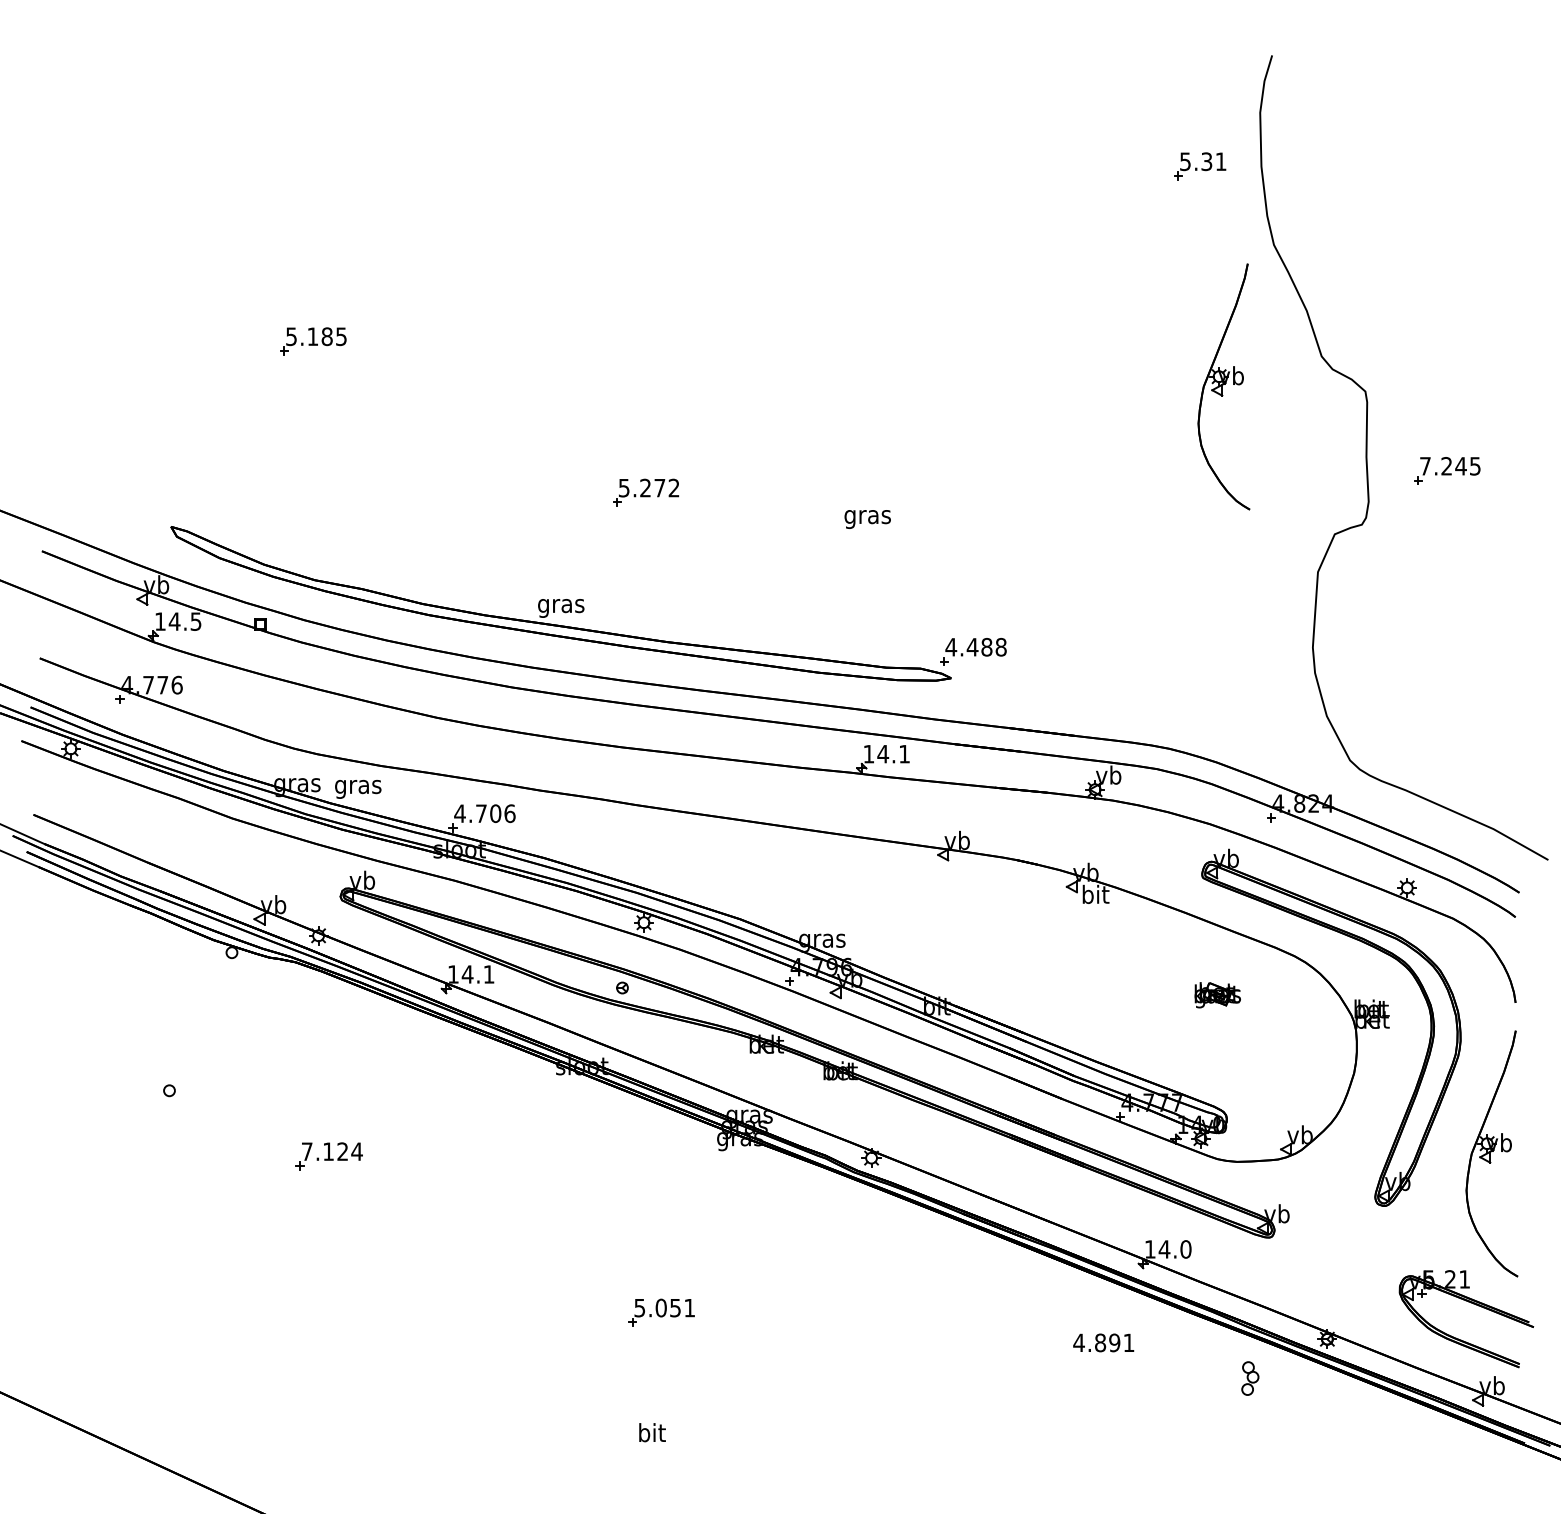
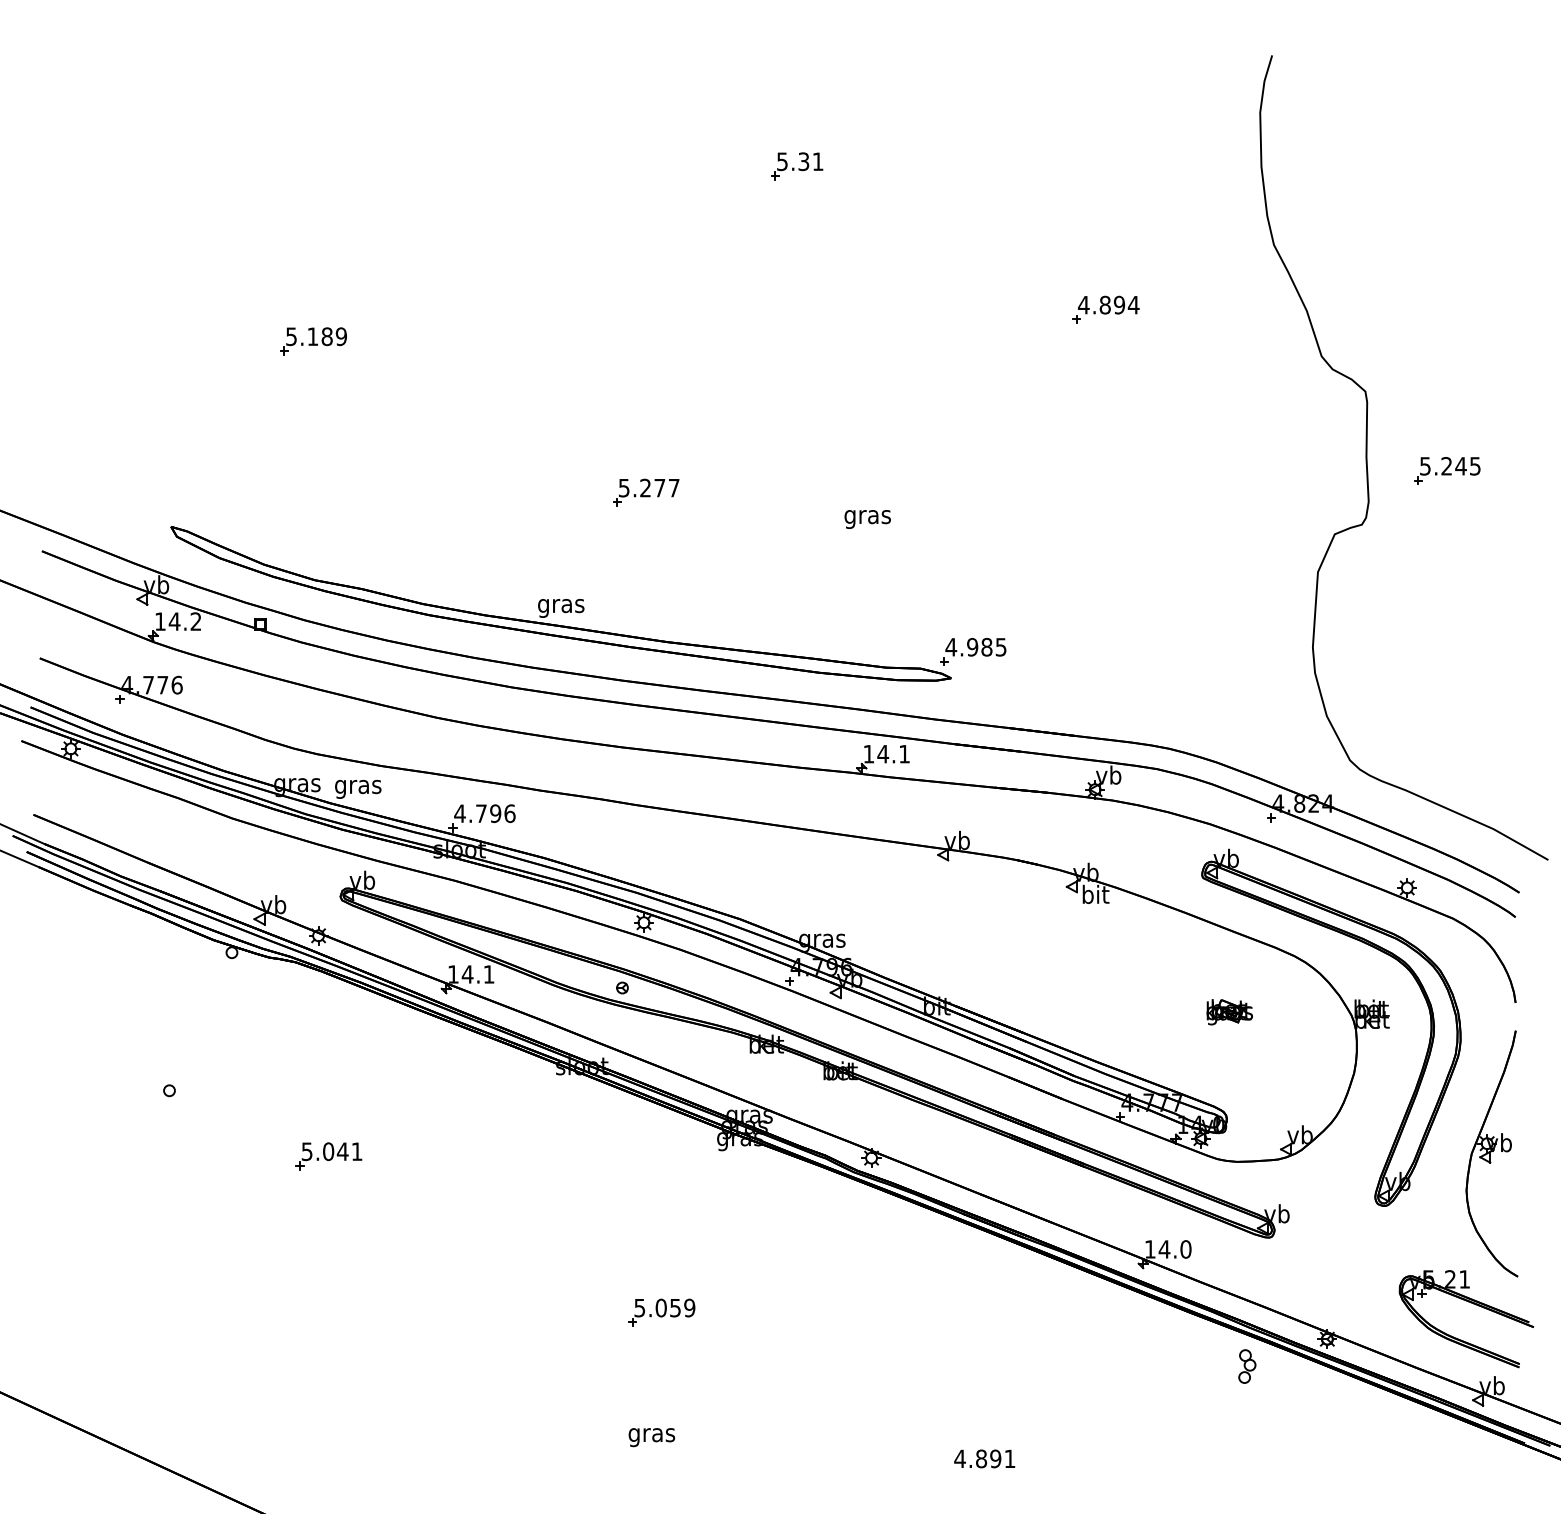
part at (1200, 166) position: (1200, 166) -> (797, 166)
part at (1105, 309): none -> present
text at (340, 336): 5.185 -> 5.189
part at (1223, 386): present -> none
text at (1425, 466): 7.245 -> 5.245
text at (673, 487): 5.272 -> 5.277
text at (195, 621): 14.5 -> 14.2
text at (986, 646): 4.488 -> 4.985
text at (495, 813): 4.706 -> 4.796
part at (1217, 995) position: (1217, 995) -> (1229, 1012)
text at (331, 1151): 7.124 -> 5.041
text at (689, 1307): 5.051 -> 5.059
text at (1103, 1342) position: (1103, 1342) -> (984, 1458)
part at (1250, 1378) position: (1250, 1378) -> (1247, 1366)
text at (651, 1435): bit -> gras
